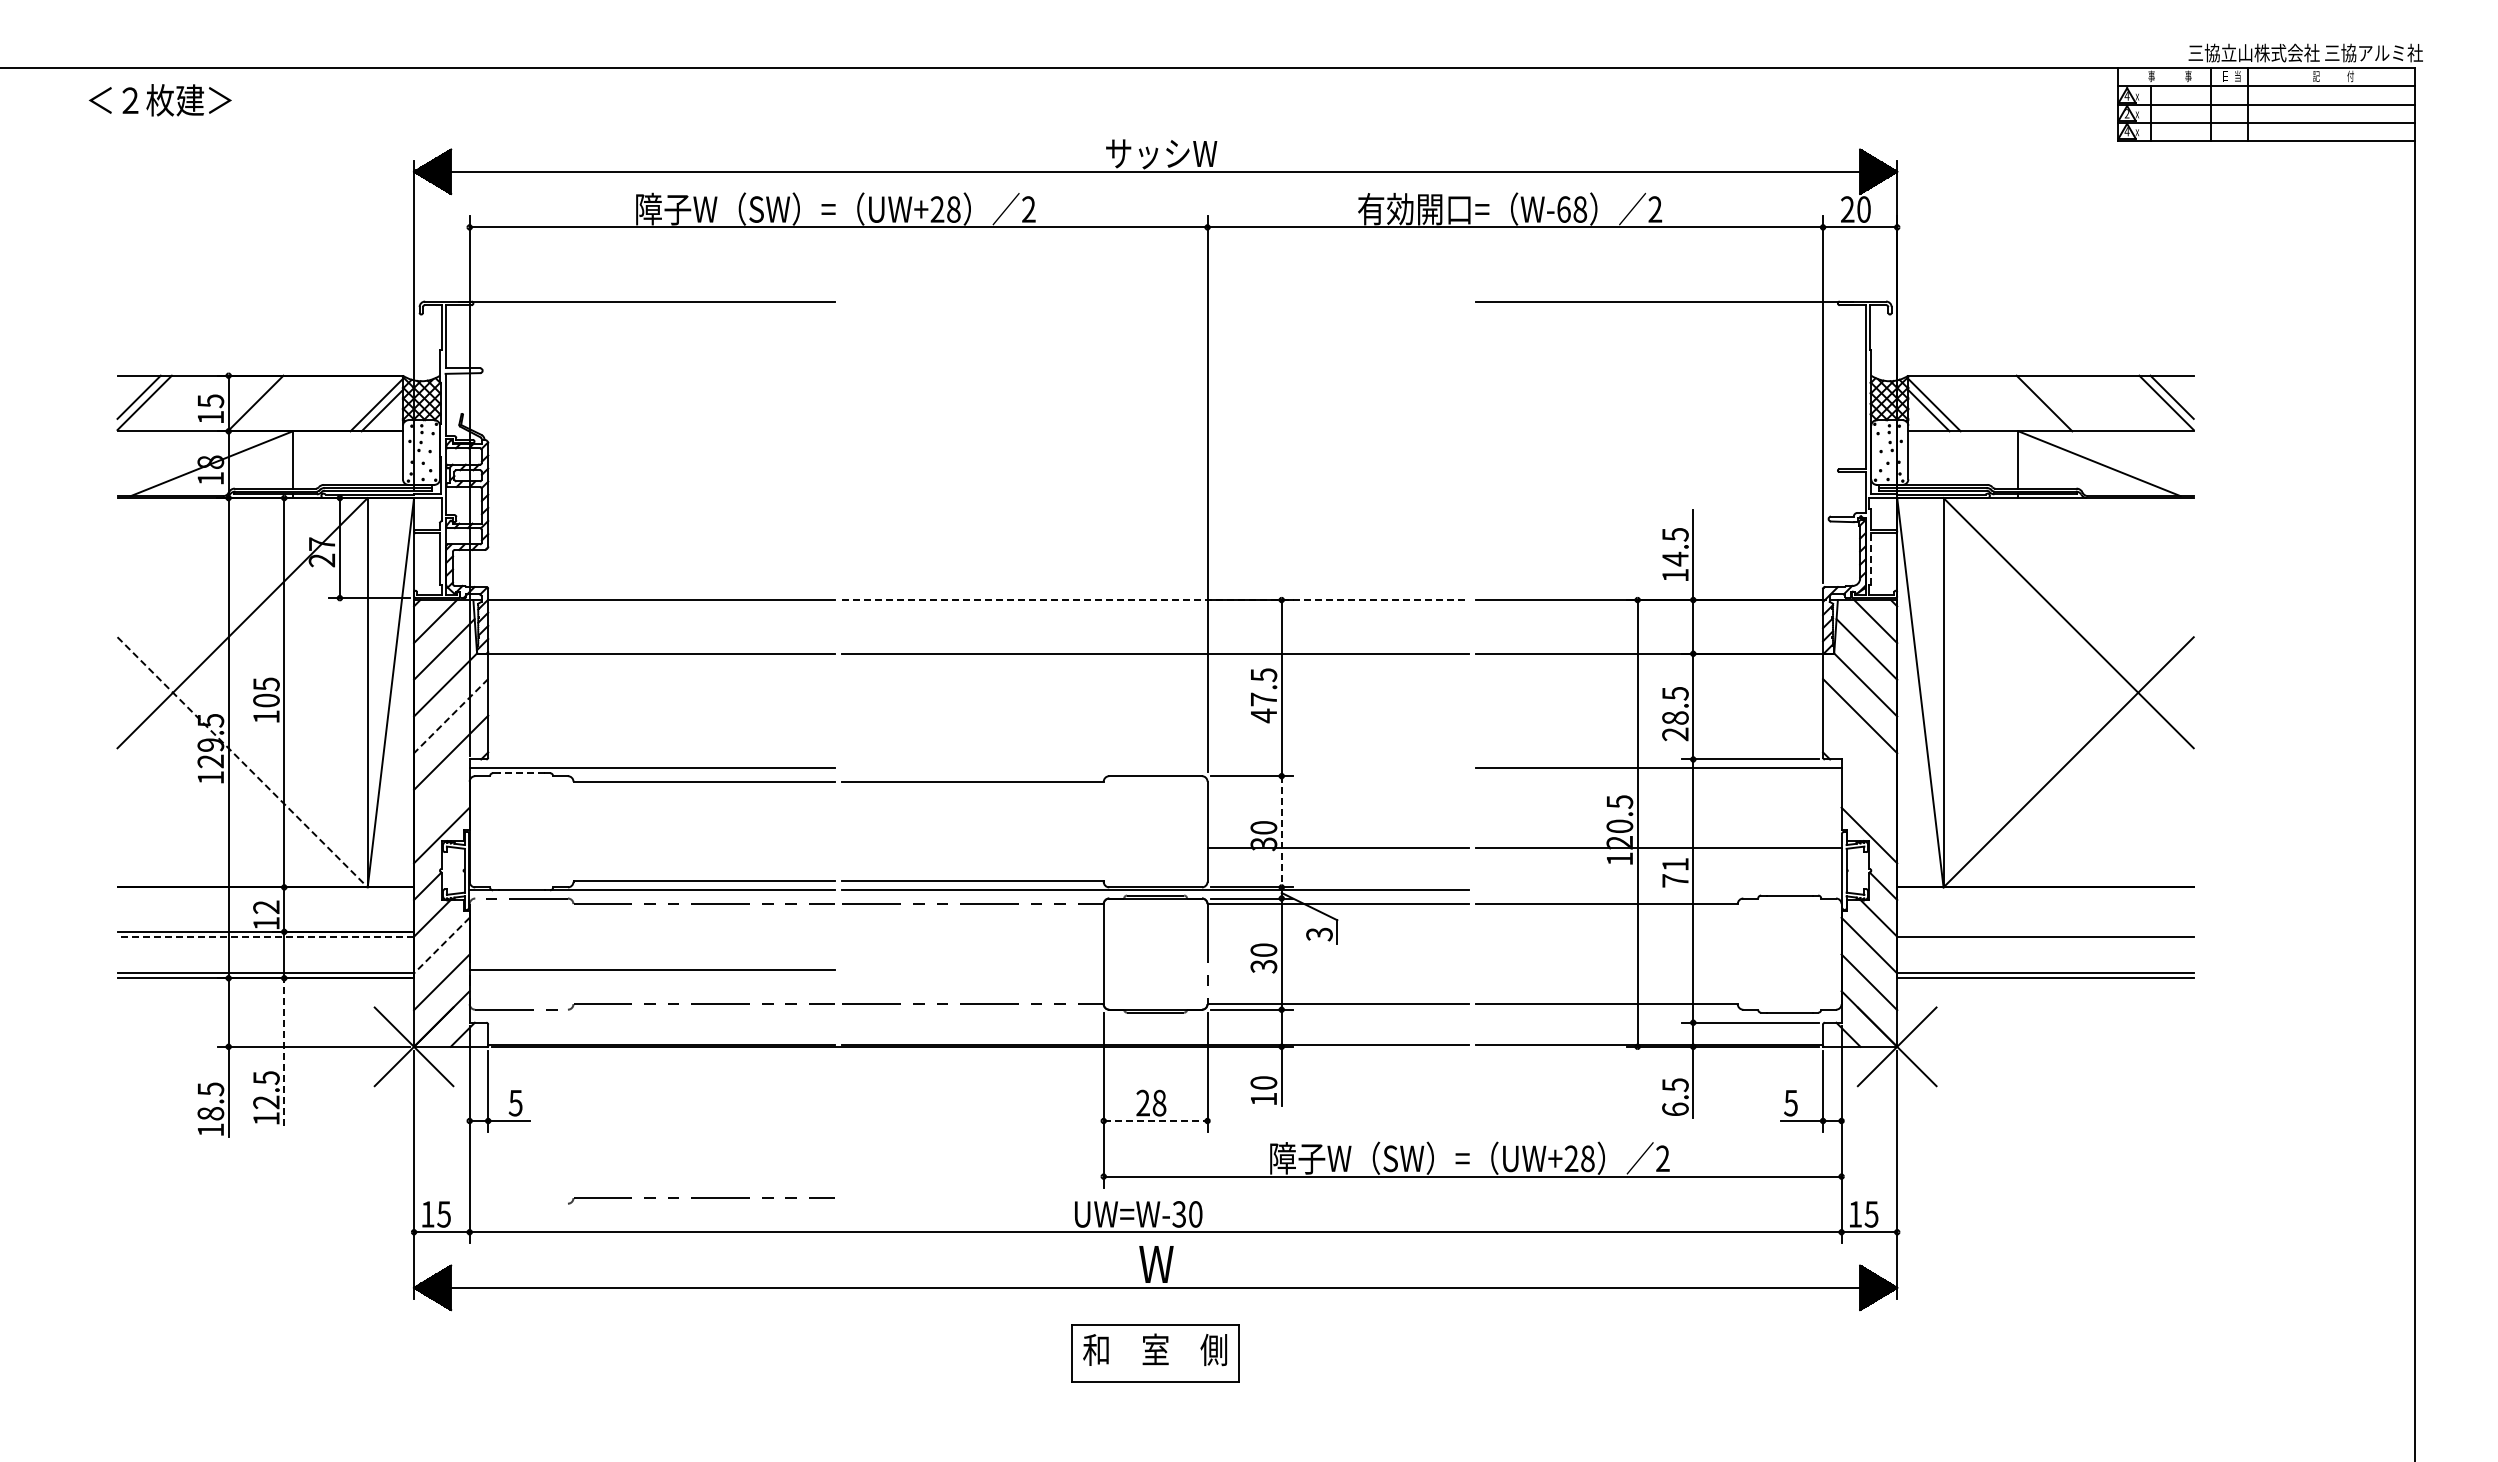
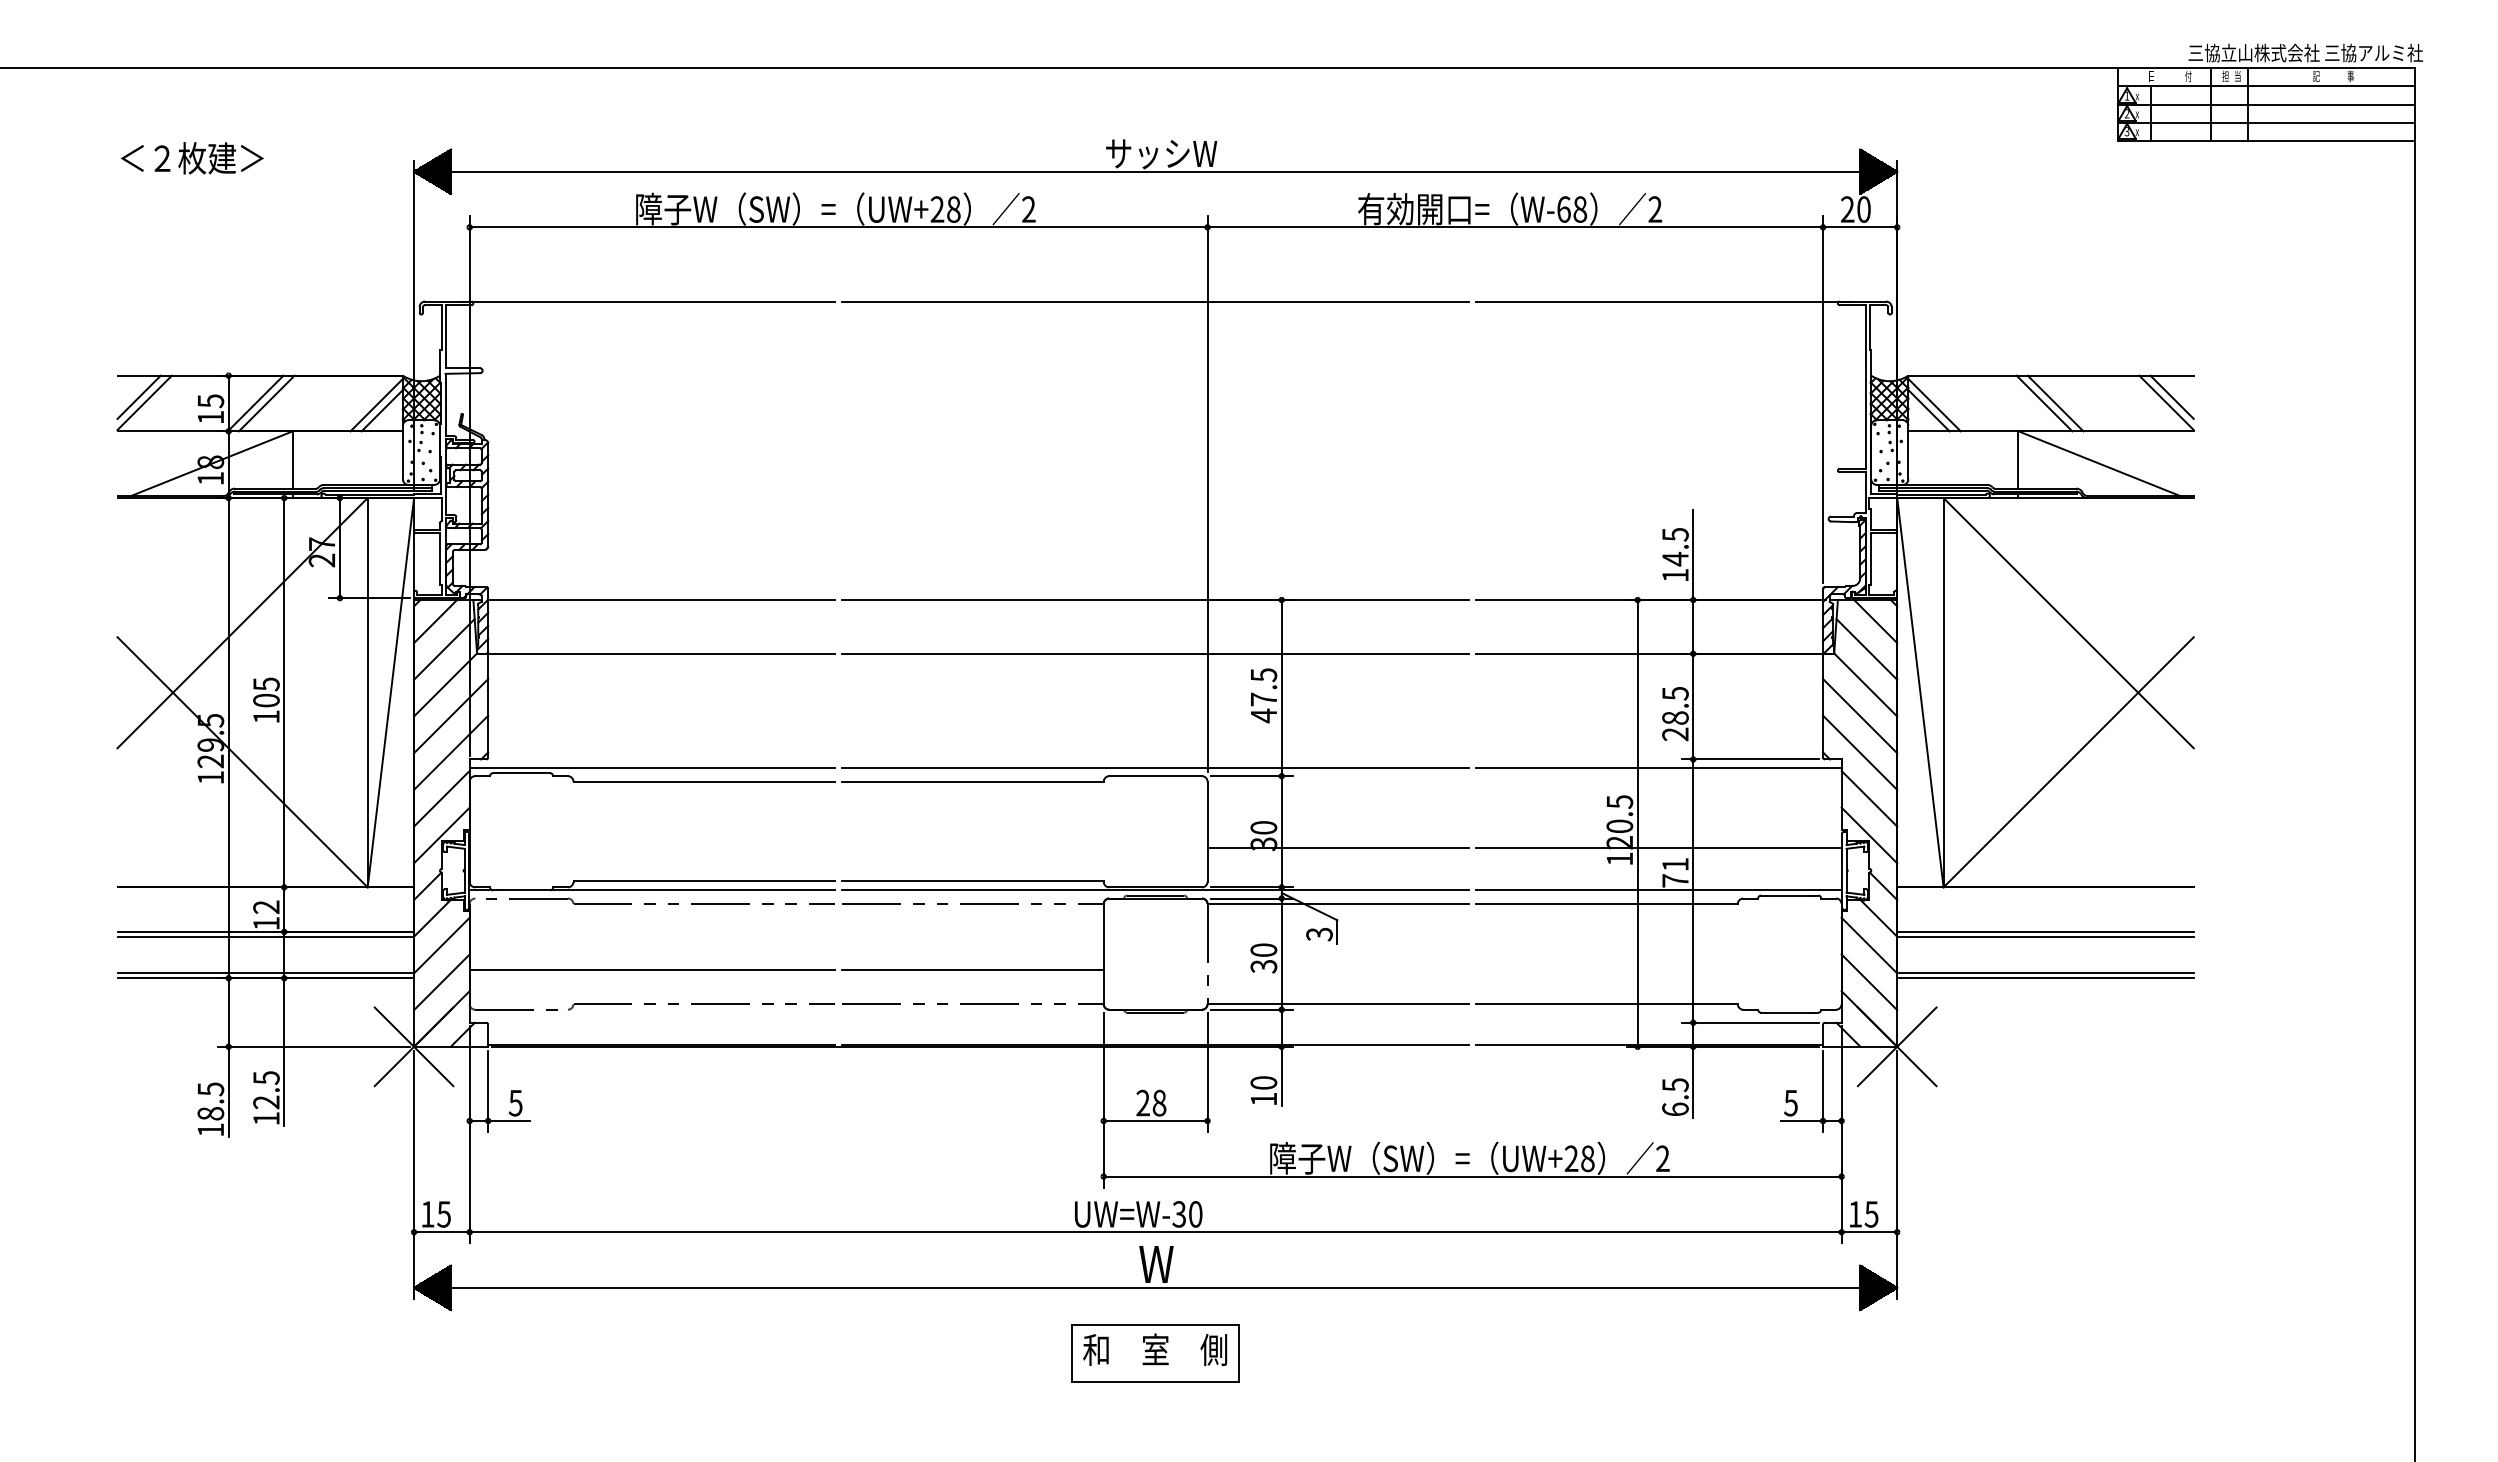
text at (2225, 75): 日 -> 担
text at (2151, 76): 事 -> 日
text at (2188, 76): 事 -> 付
text at (2350, 76): 付 -> 事
text at (2126, 95): 4 -> 1
text at (160, 100) position: (160, 100) -> (192, 158)
text at (2126, 131): 4 -> 3
line at (1155, 301): none -> present
line at (266, 403): none -> present
line at (2055, 403): none -> present
line at (1871, 559): dashed -> solid
line at (1156, 600): dashed -> solid
line at (450, 716): dashed -> solid
line at (1860, 752): none -> present
line at (242, 762): dashed -> solid
line at (1155, 767): none -> present
line at (521, 773): dashed -> solid
line at (441, 798): none -> present
line at (1869, 798): none -> present
line at (1281, 831): dashed -> solid
line at (1658, 890): none -> present
line at (2045, 931): none -> present
line at (265, 937): dashed -> solid
line at (441, 945): dashed -> solid
line at (972, 969): none -> present
line at (284, 1051): dashed -> solid
line at (1155, 1120): dashed -> solid
part at (701, 1200): present -> none
